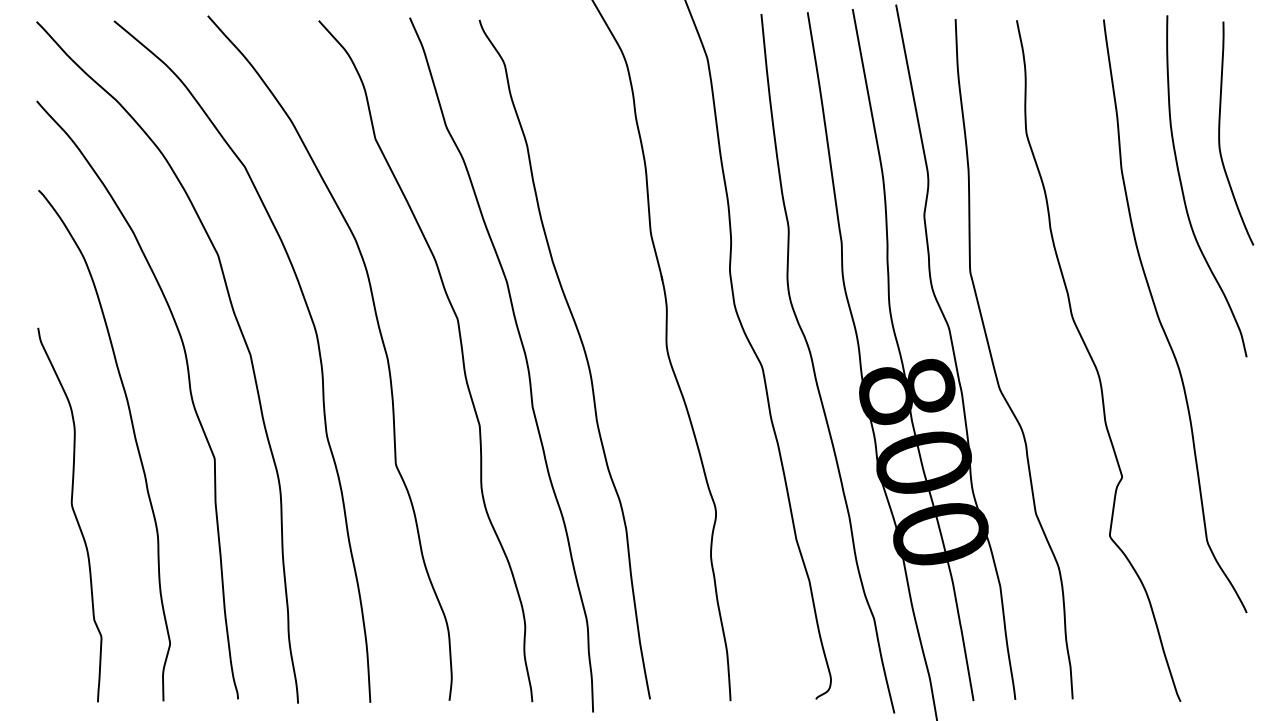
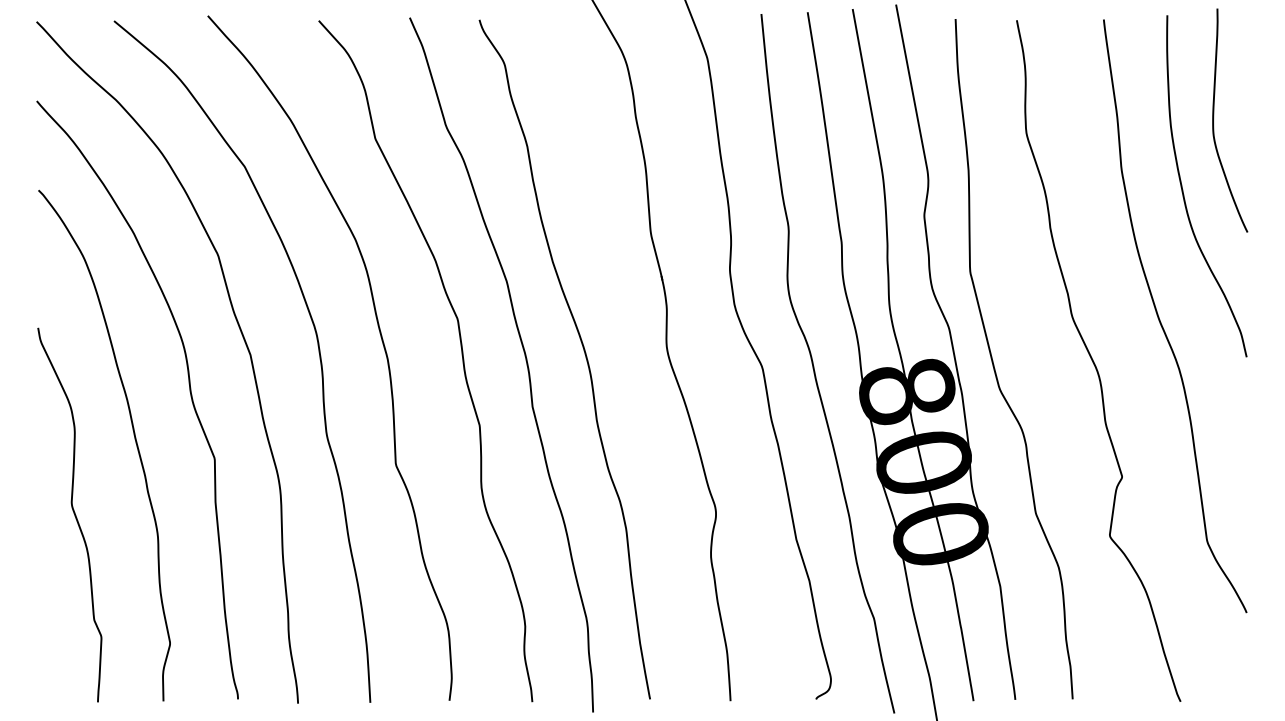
curve at (1220, 130) position: (1220, 130) -> (1214, 117)
